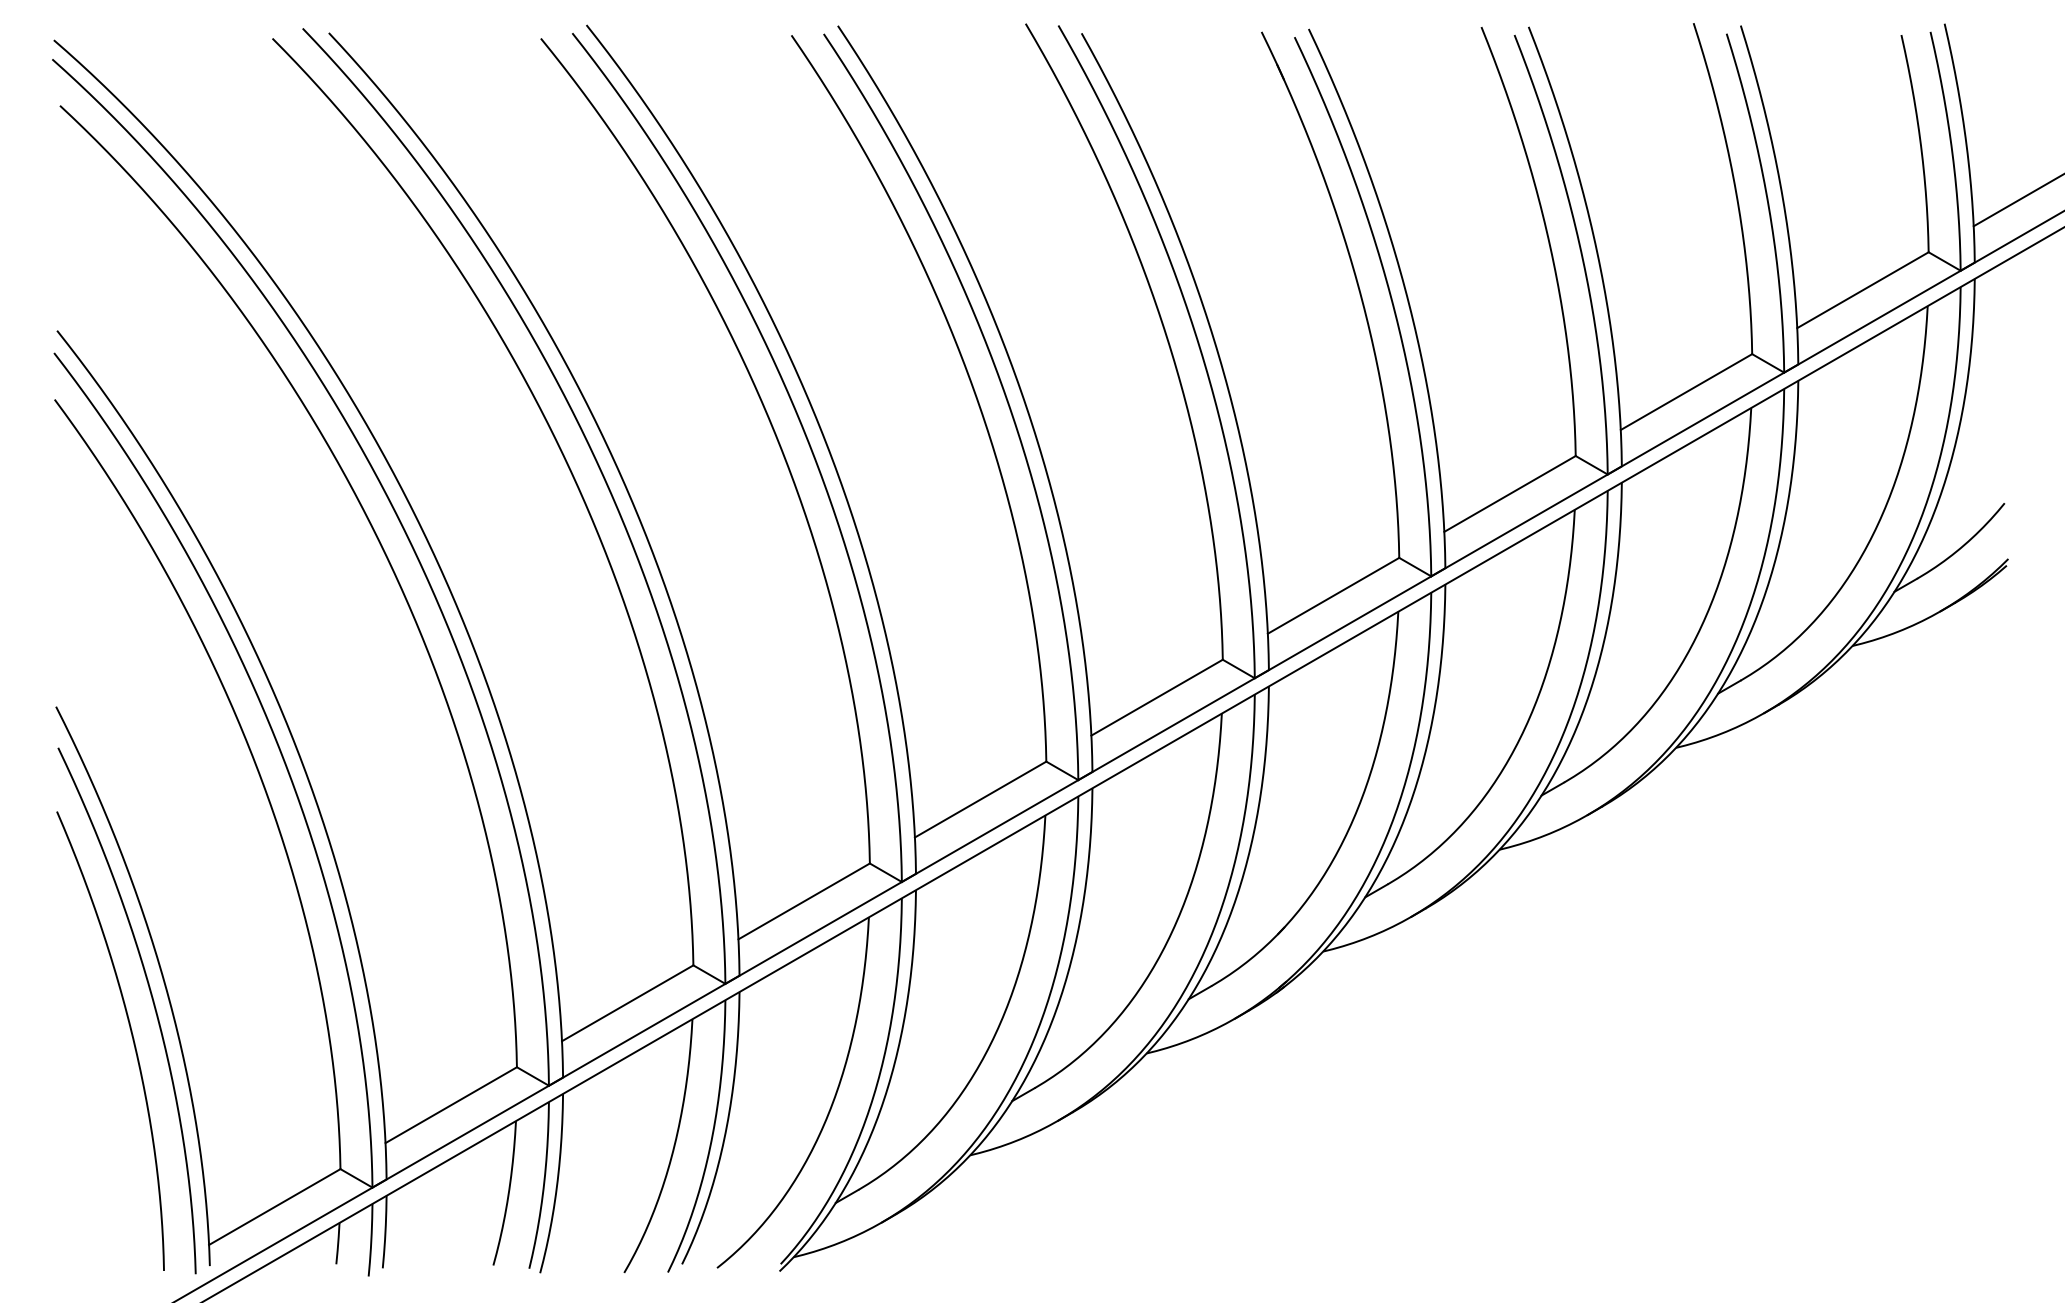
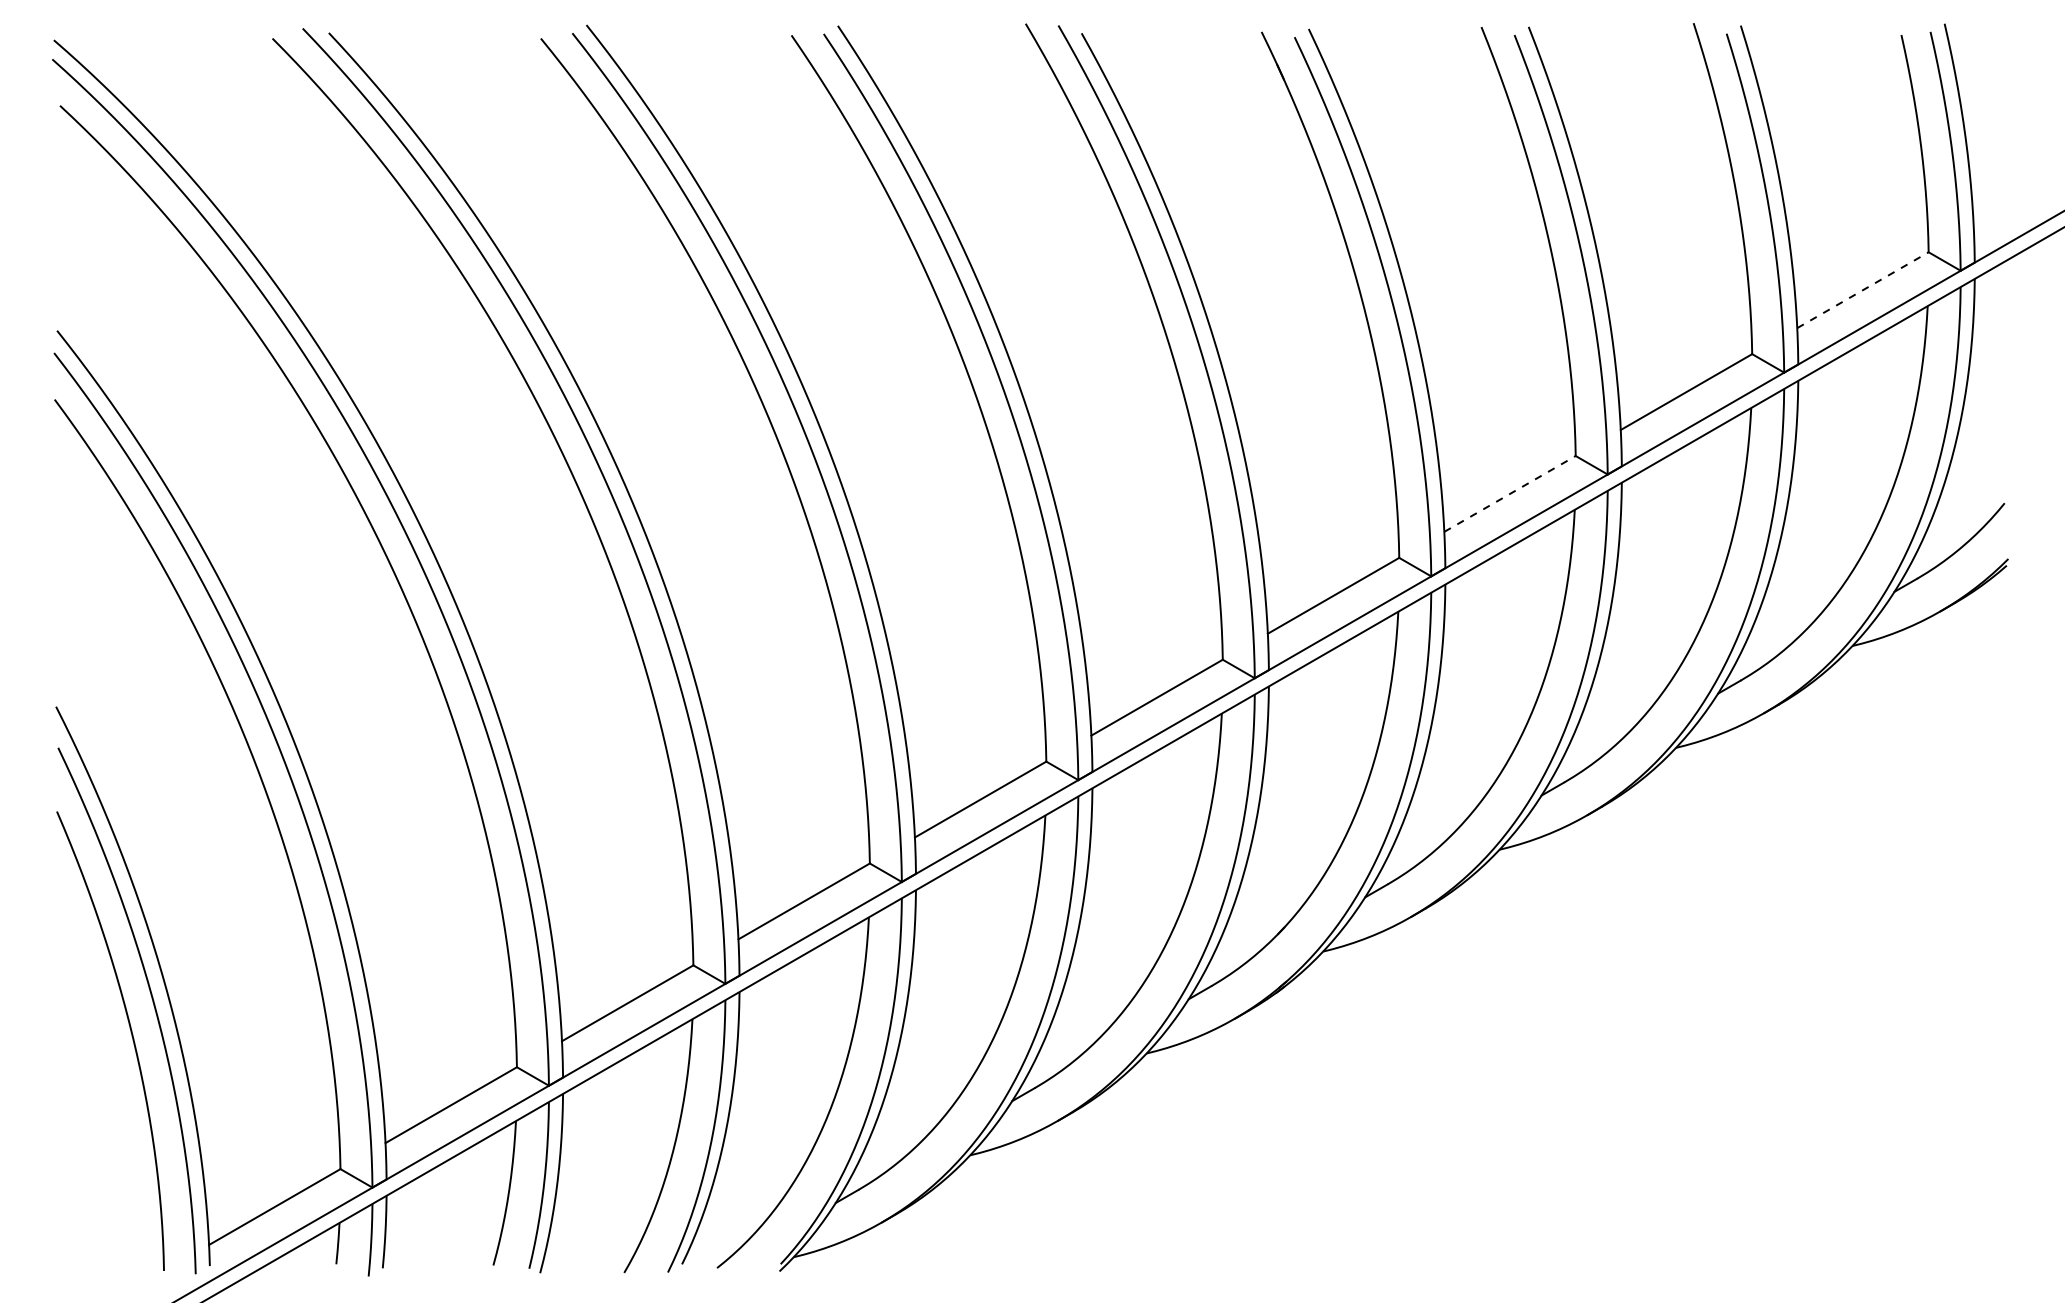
line at (2017, 200): present -> none
line at (1862, 290): solid -> dashed
line at (1510, 493): solid -> dashed
